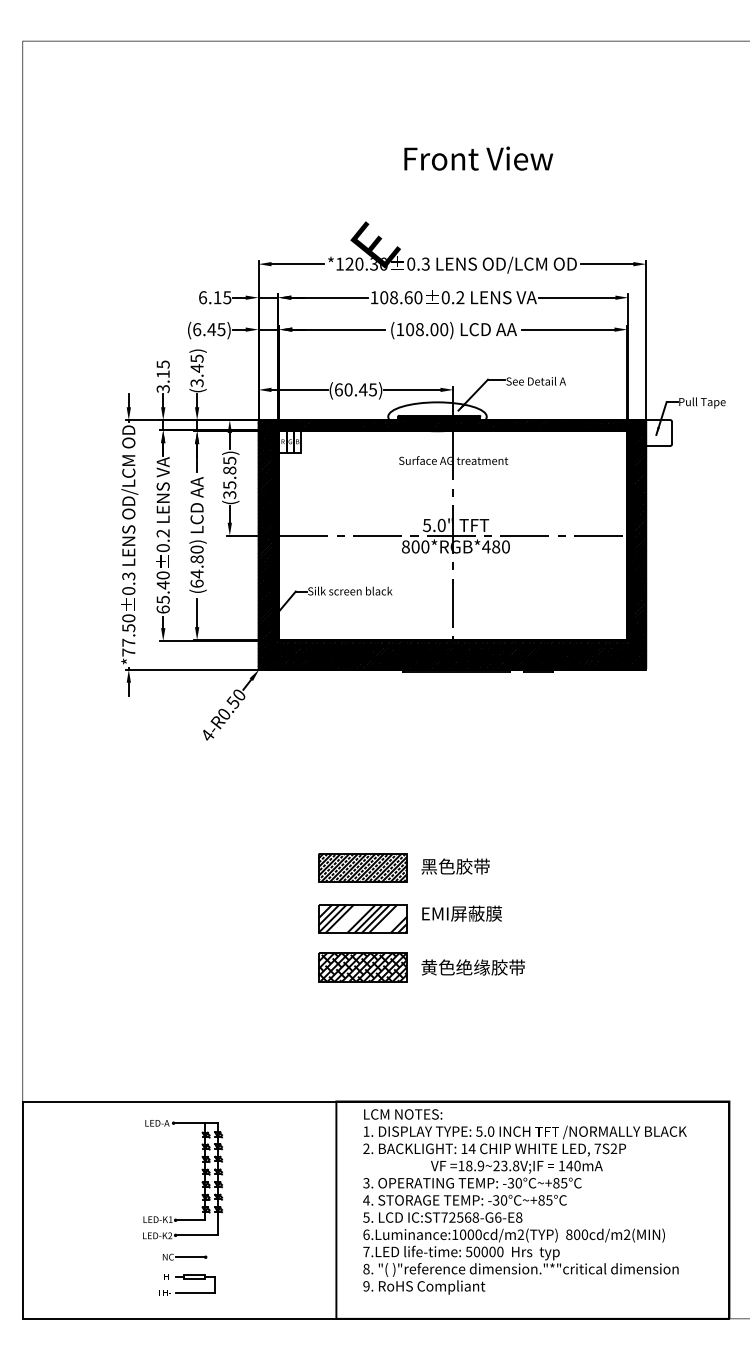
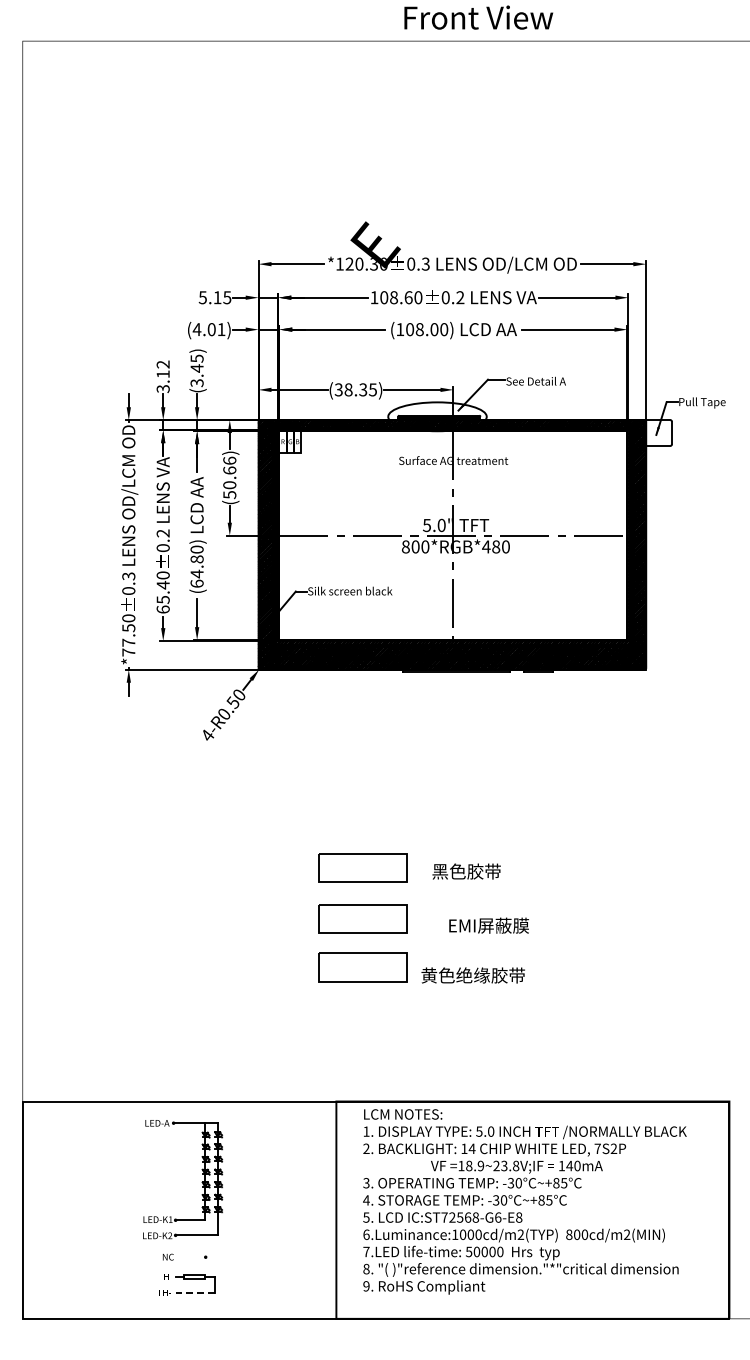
text at (478, 158) position: (478, 158) -> (478, 17)
text at (202, 297): 6.15 -> 5.15
text at (208, 329): (6.45) -> (4.01)
text at (162, 364): 3.15 -> 3.12
text at (350, 389): (60.45) -> (38.35)
text at (229, 477): (35.85) -> (50.66)
text at (455, 866) position: (455, 866) -> (466, 871)
hatch at (362, 867): present -> none
text at (461, 913) position: (461, 913) -> (488, 925)
hatch at (362, 918): present -> none
hatch at (362, 967): present -> none
text at (472, 967) position: (472, 967) -> (472, 975)
line at (189, 1257): present -> none
line at (195, 1292): solid -> dashed
